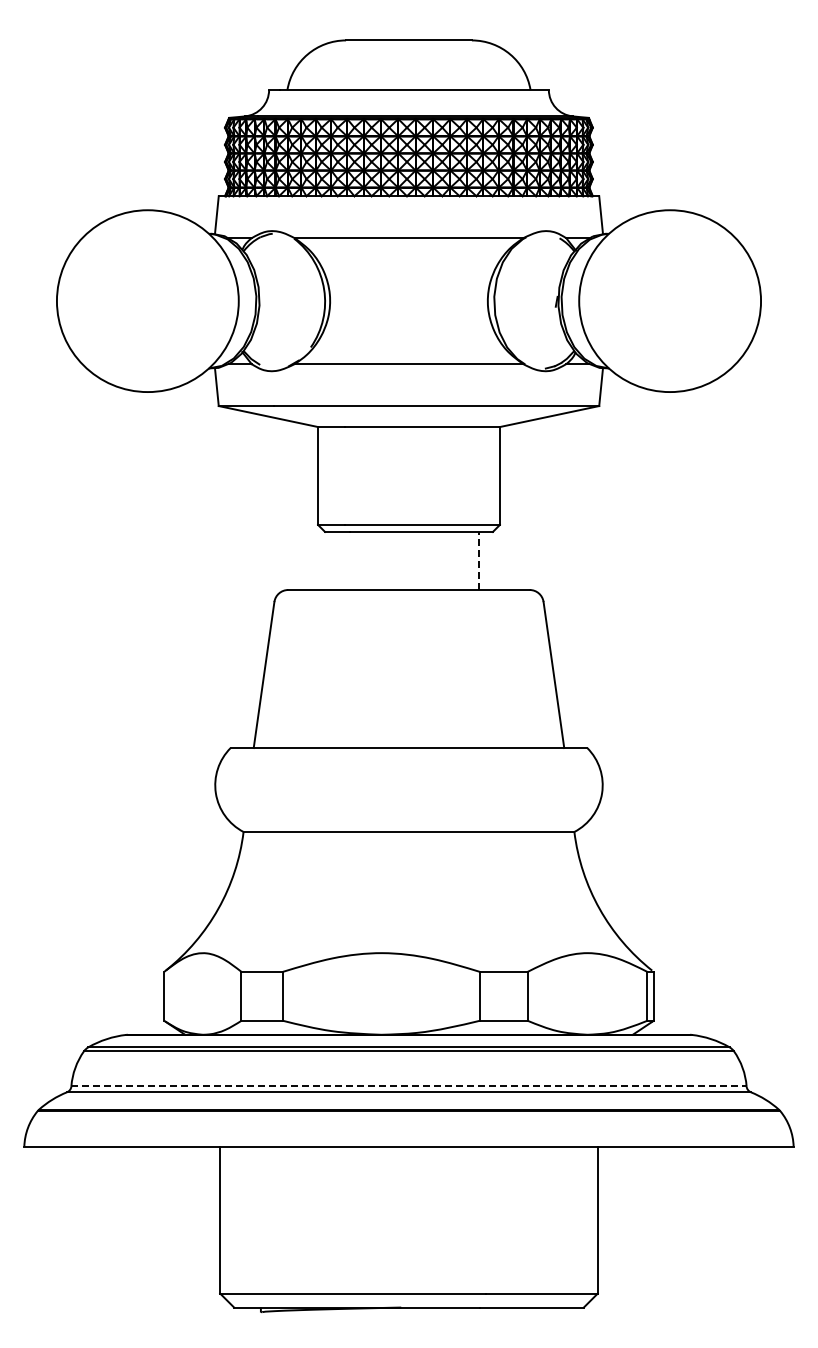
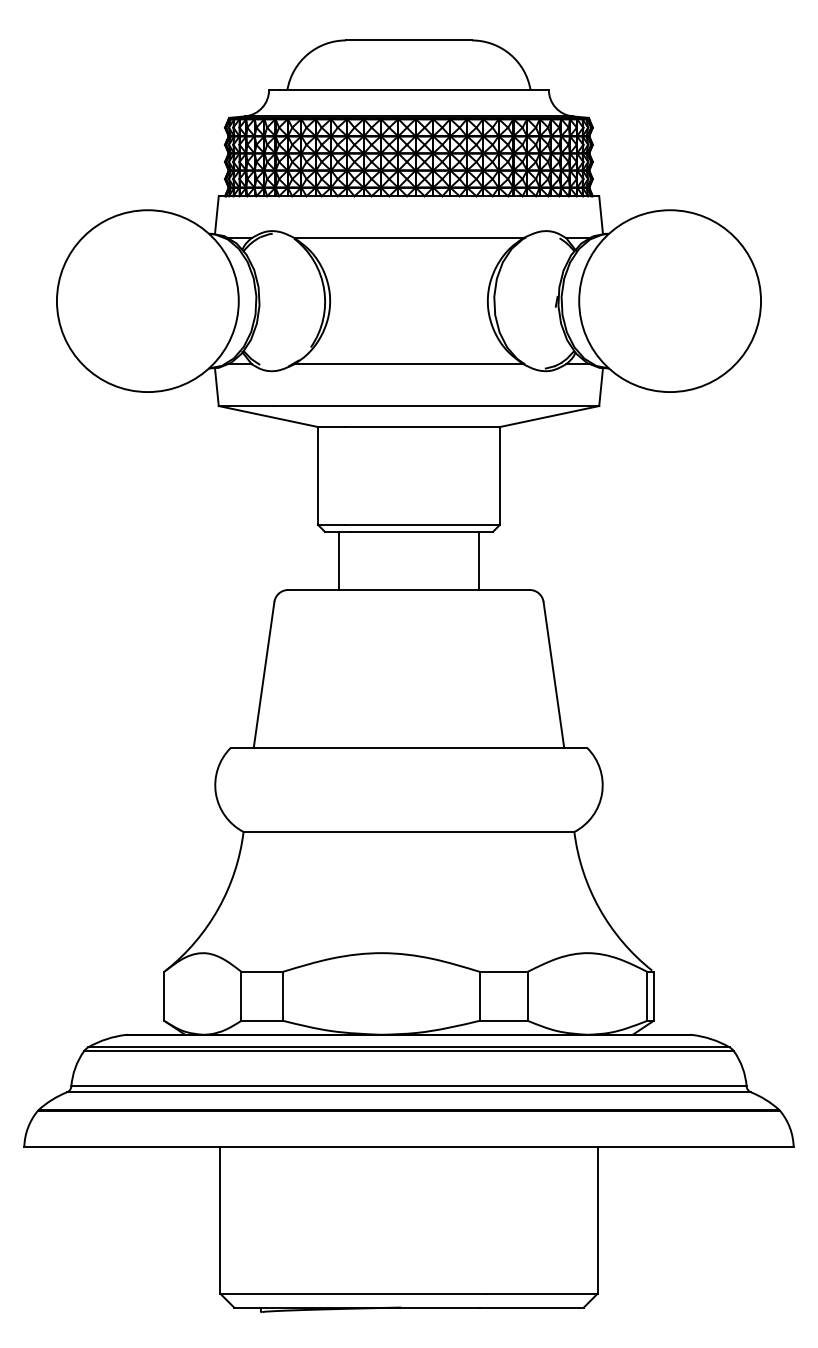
line at (339, 560): none -> present
line at (478, 560): dashed -> solid
line at (408, 1086): dashed -> solid
